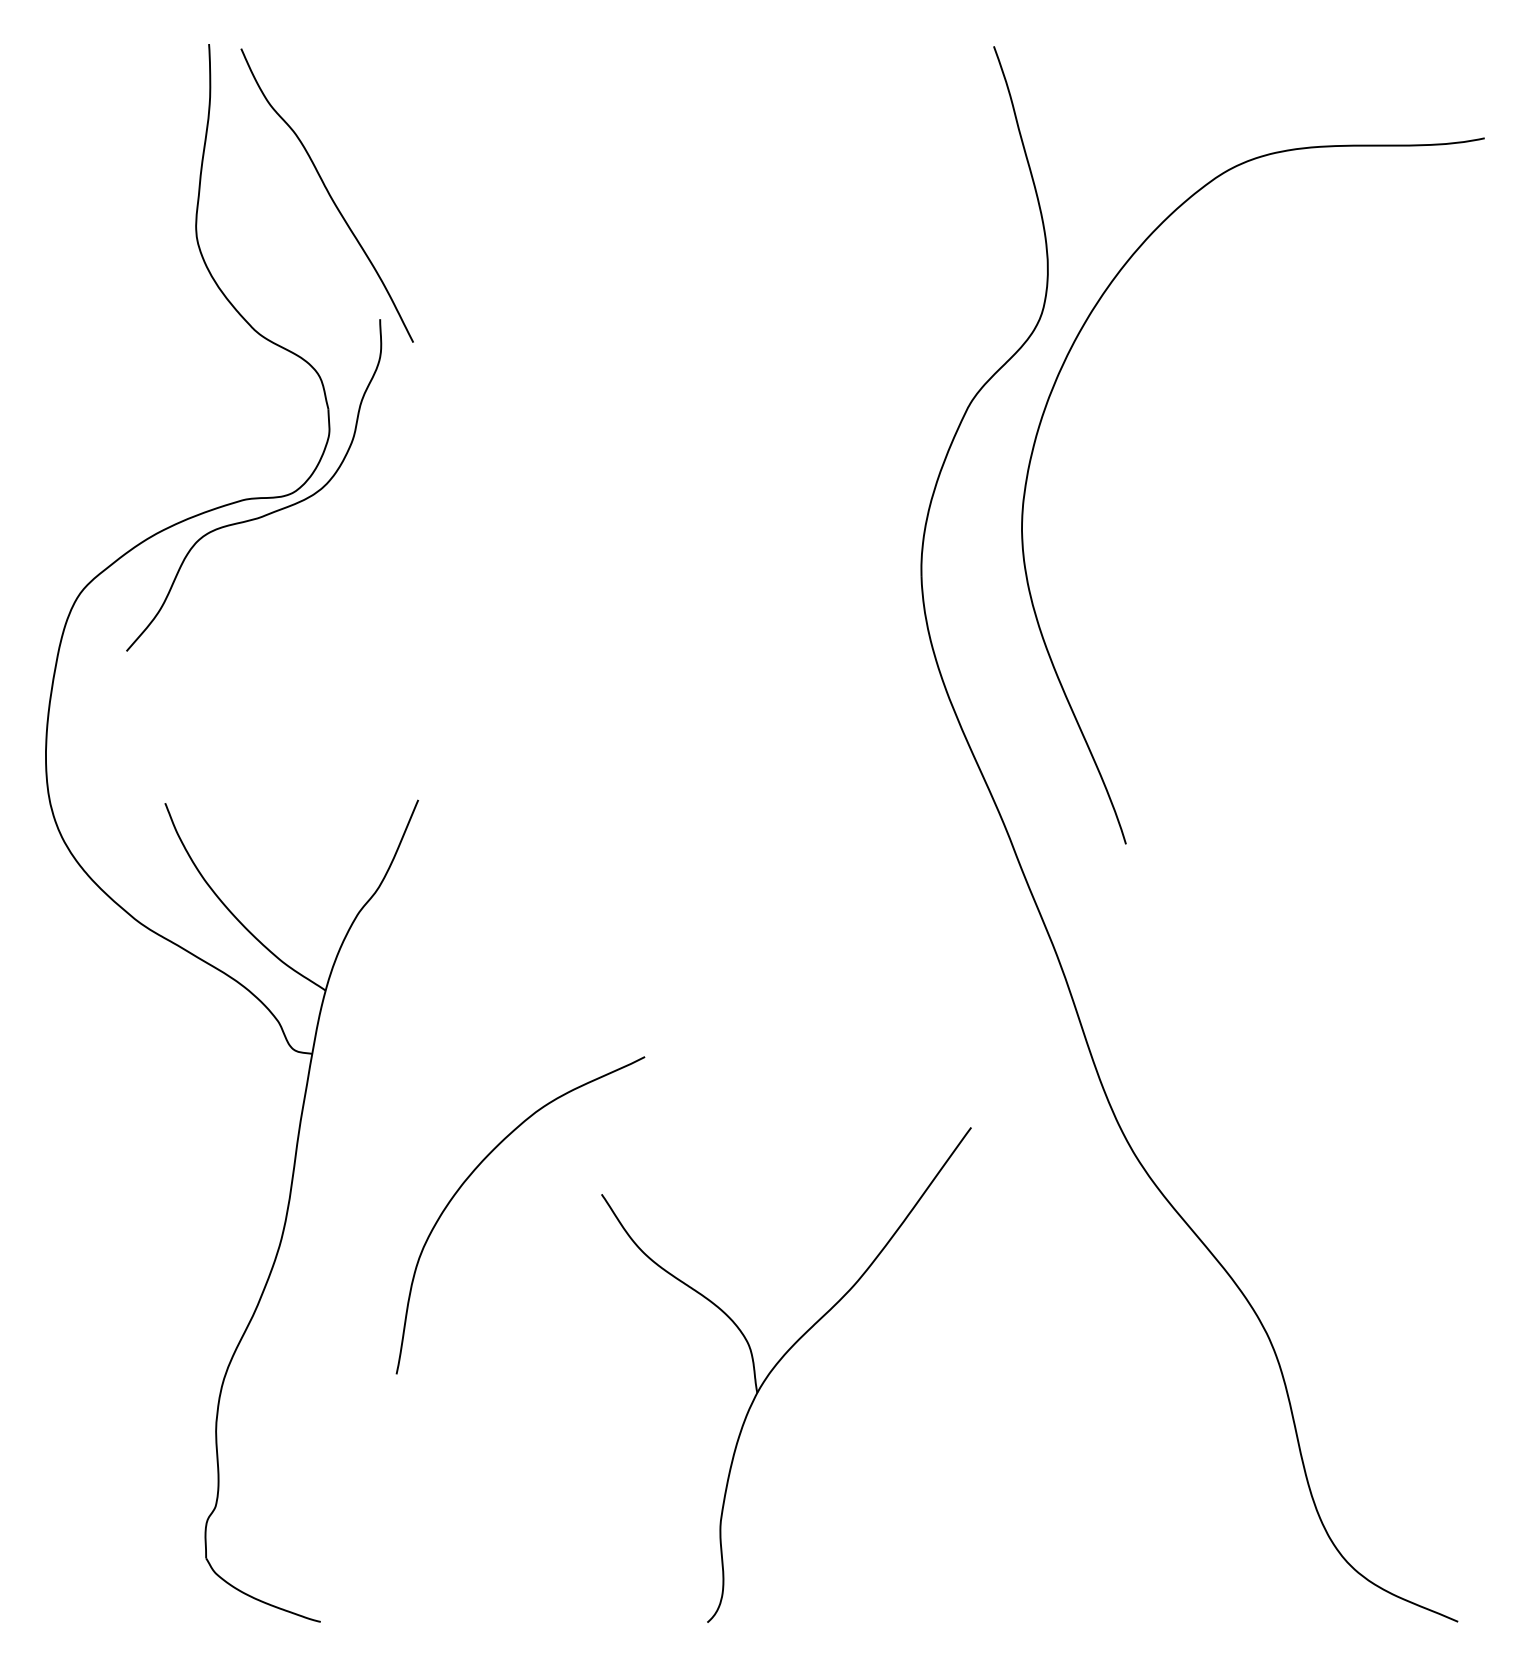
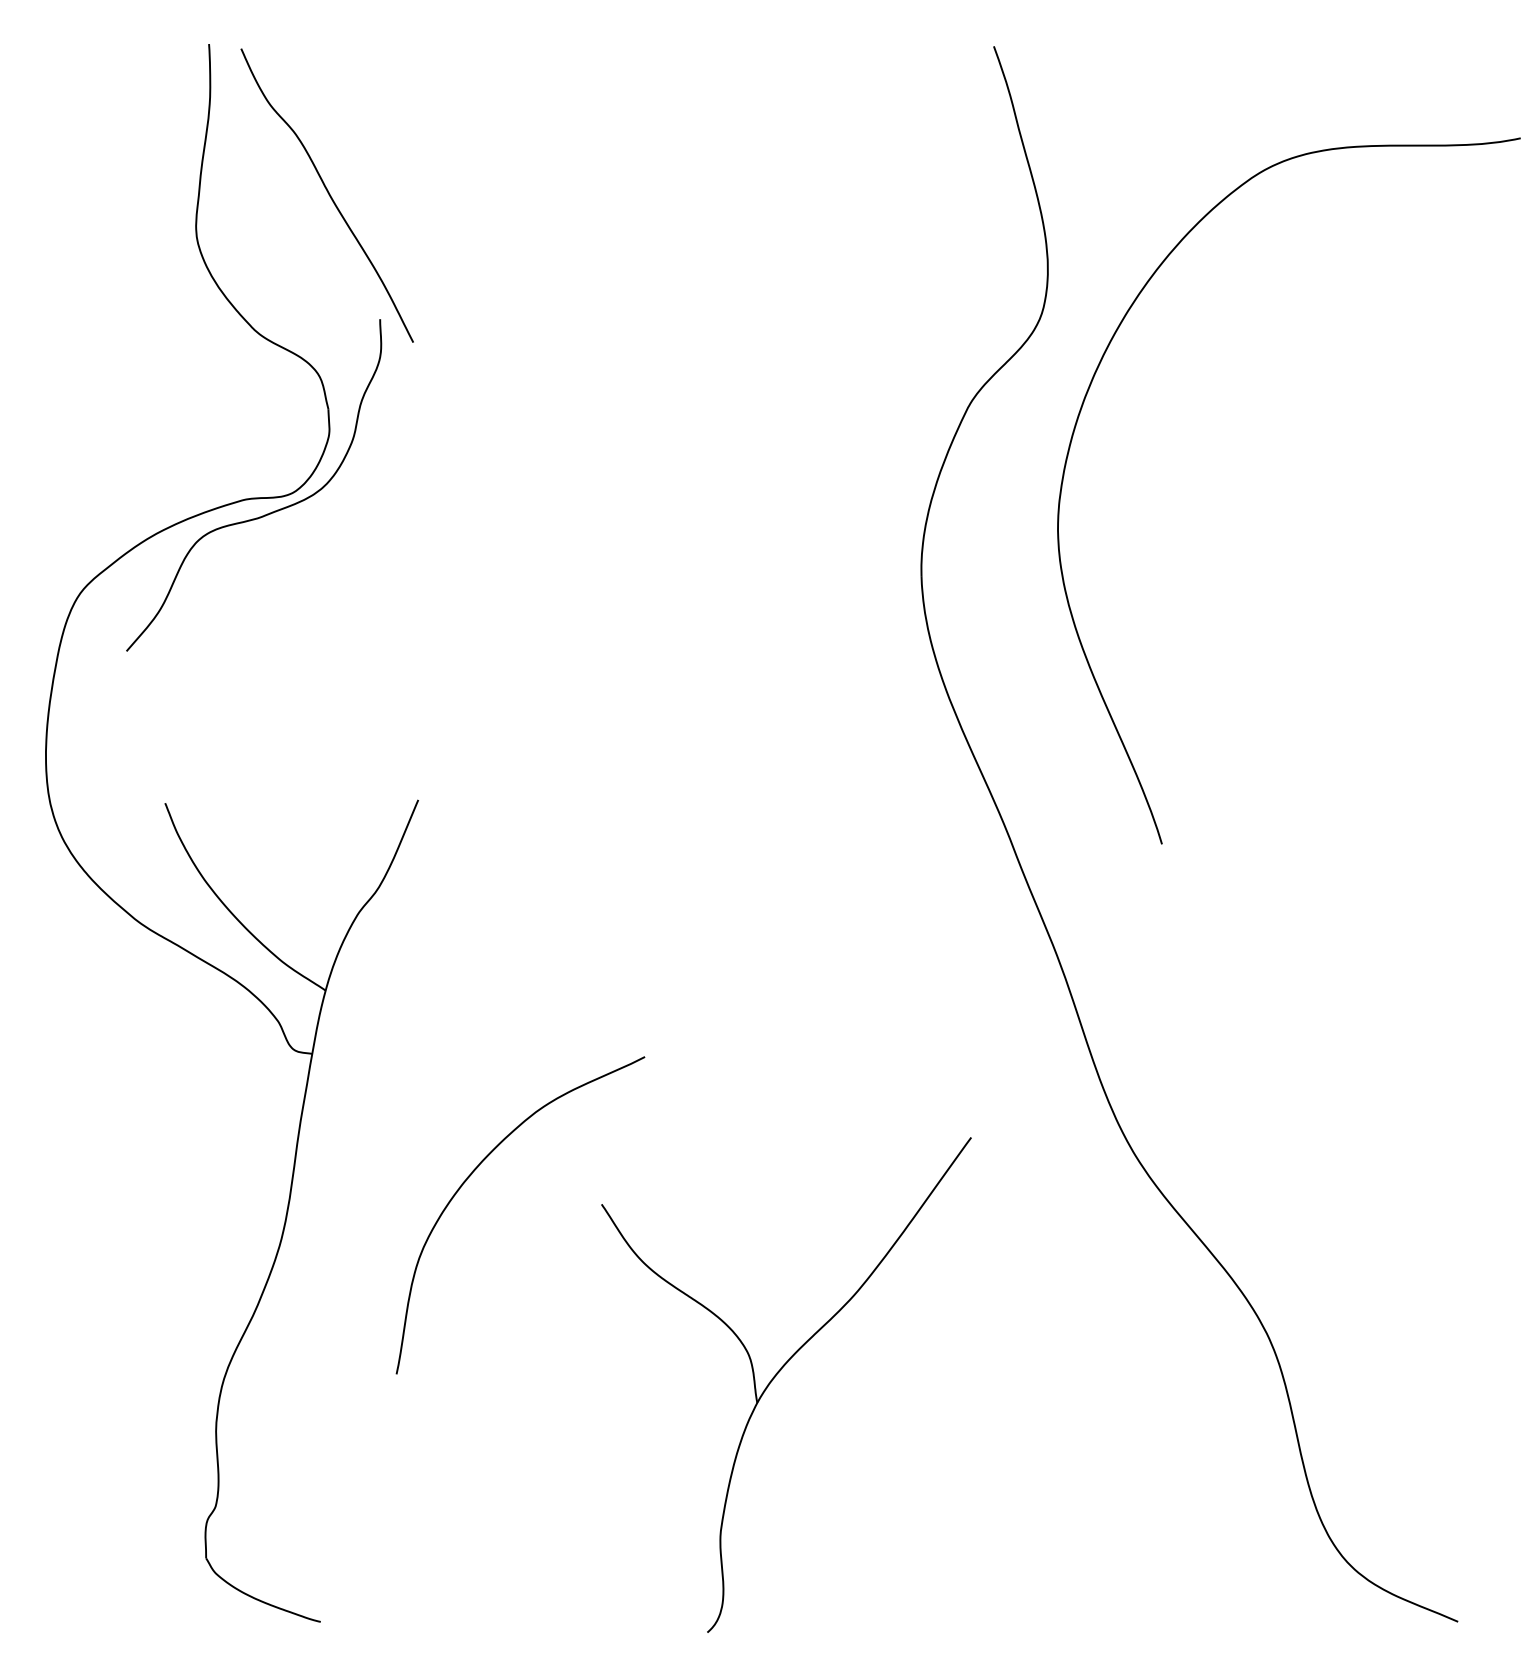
curve at (1041, 423) position: (1041, 423) -> (1077, 423)
part at (776, 1366) position: (776, 1366) -> (776, 1376)
